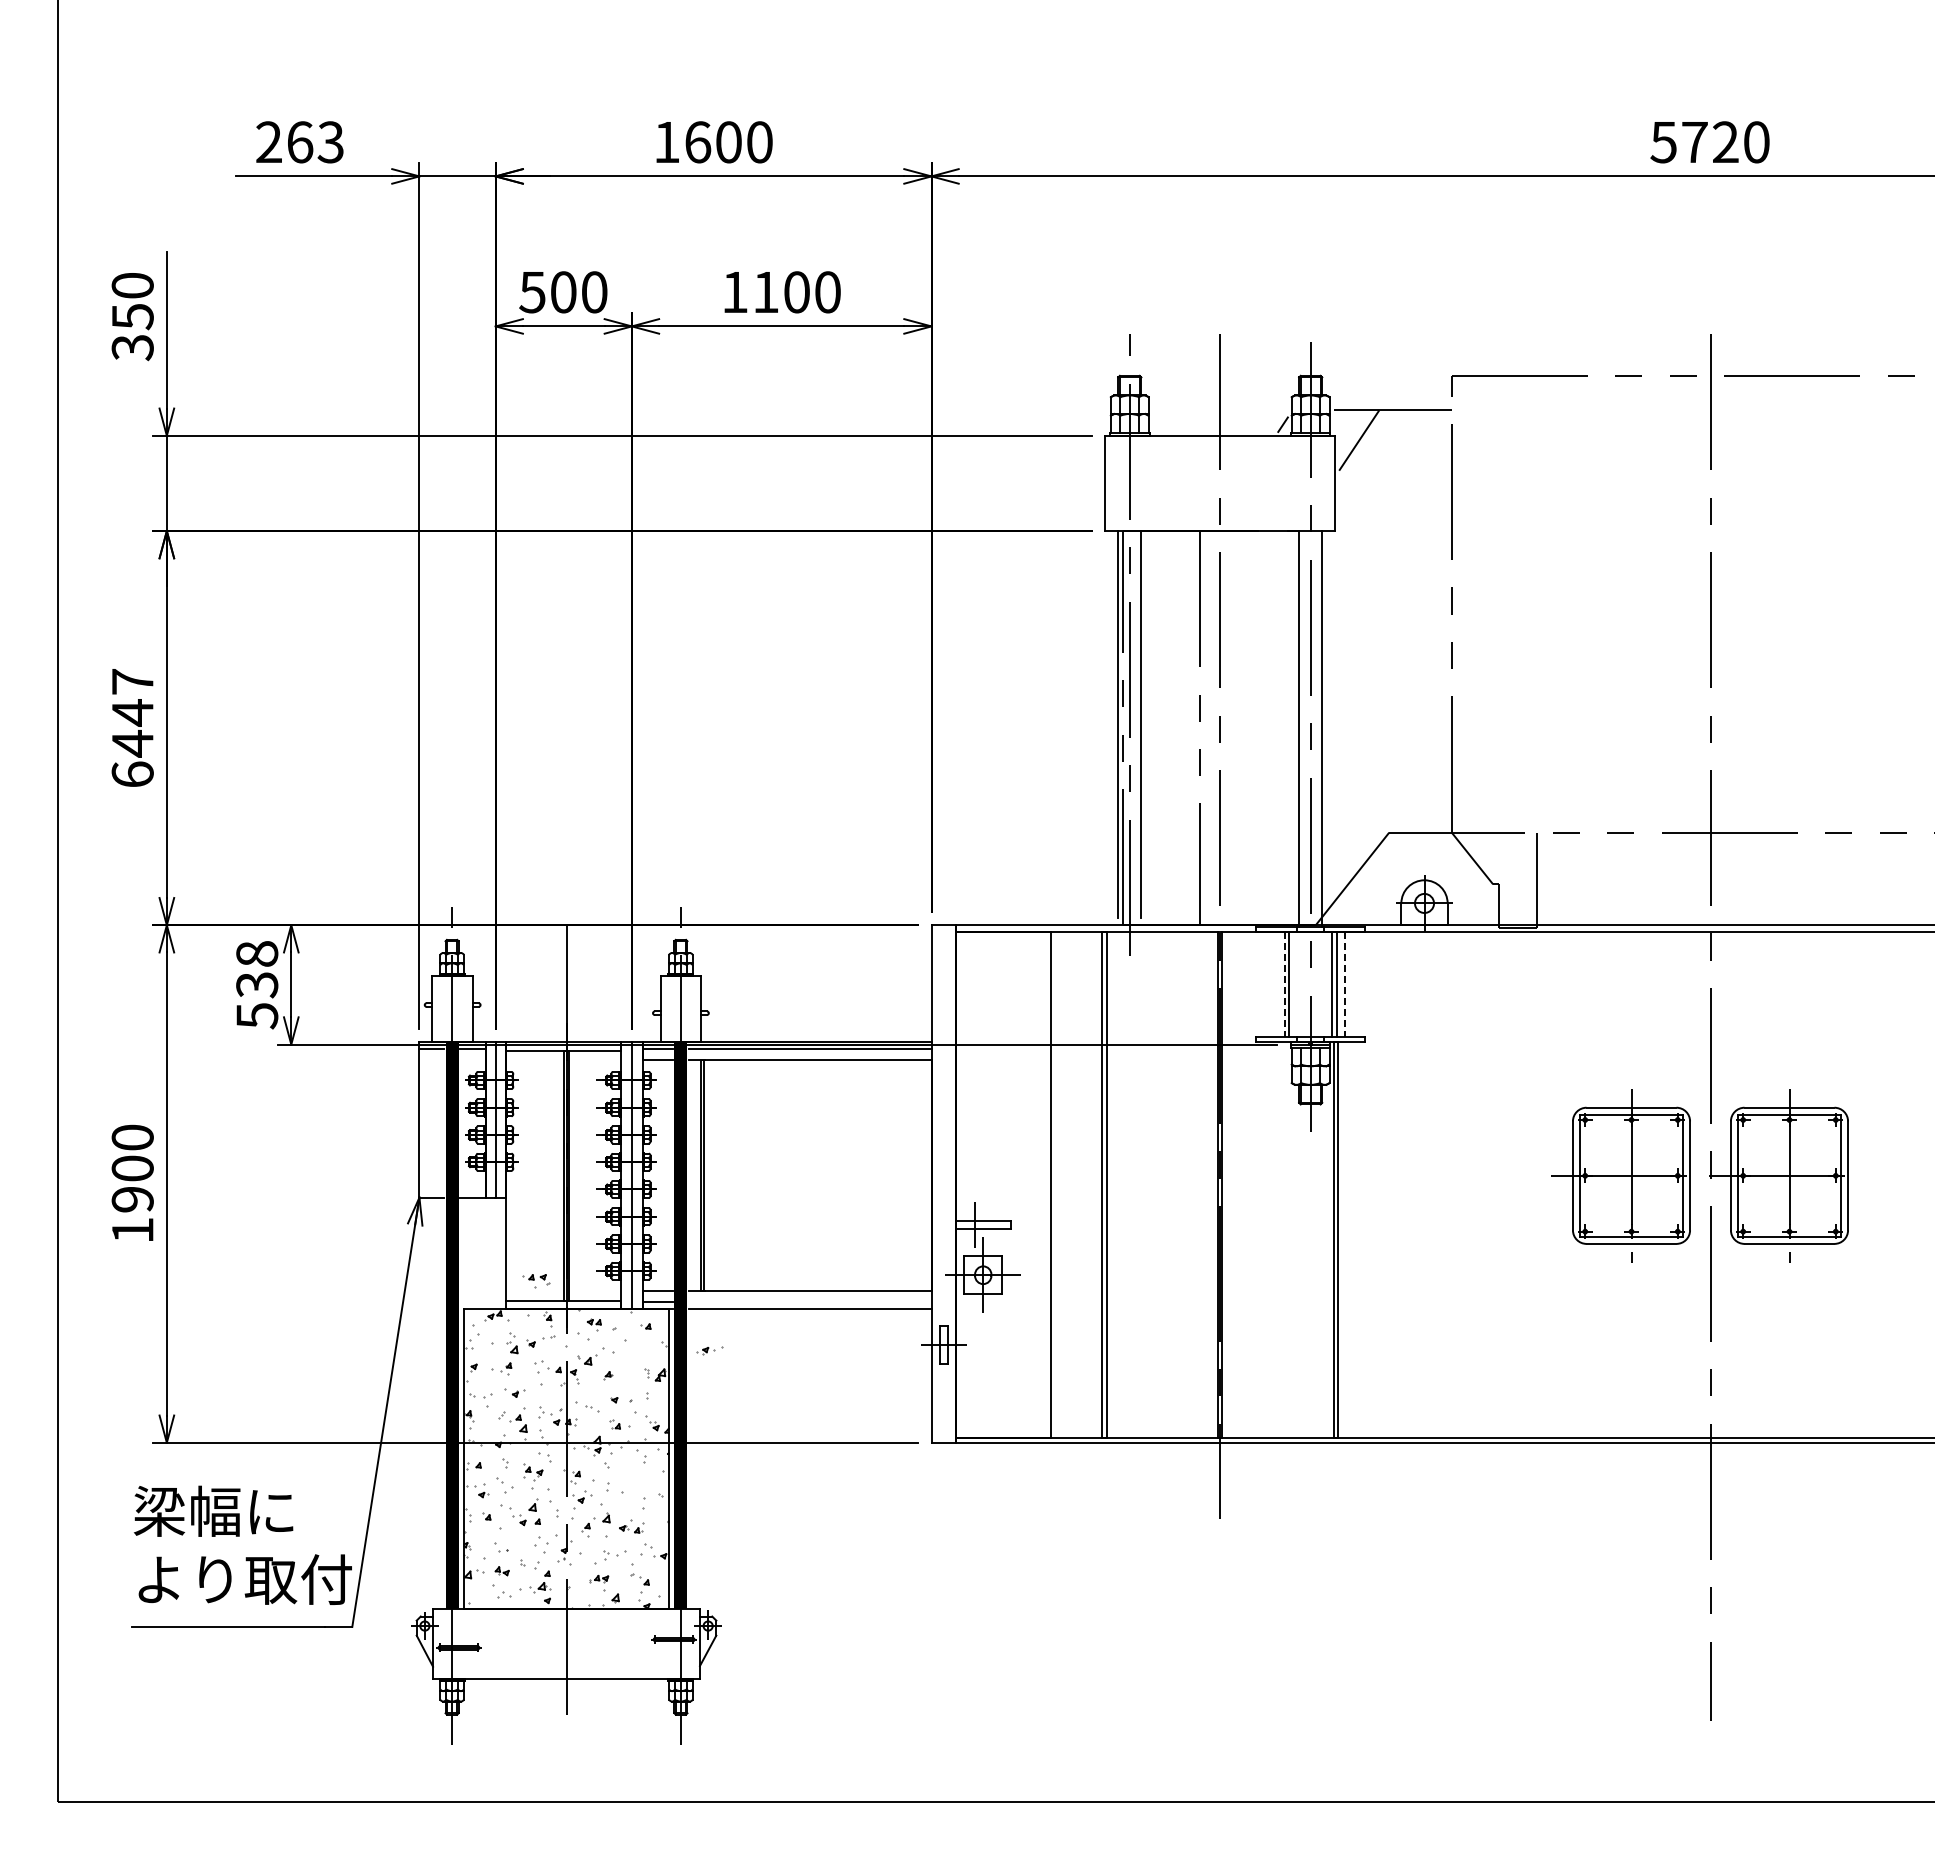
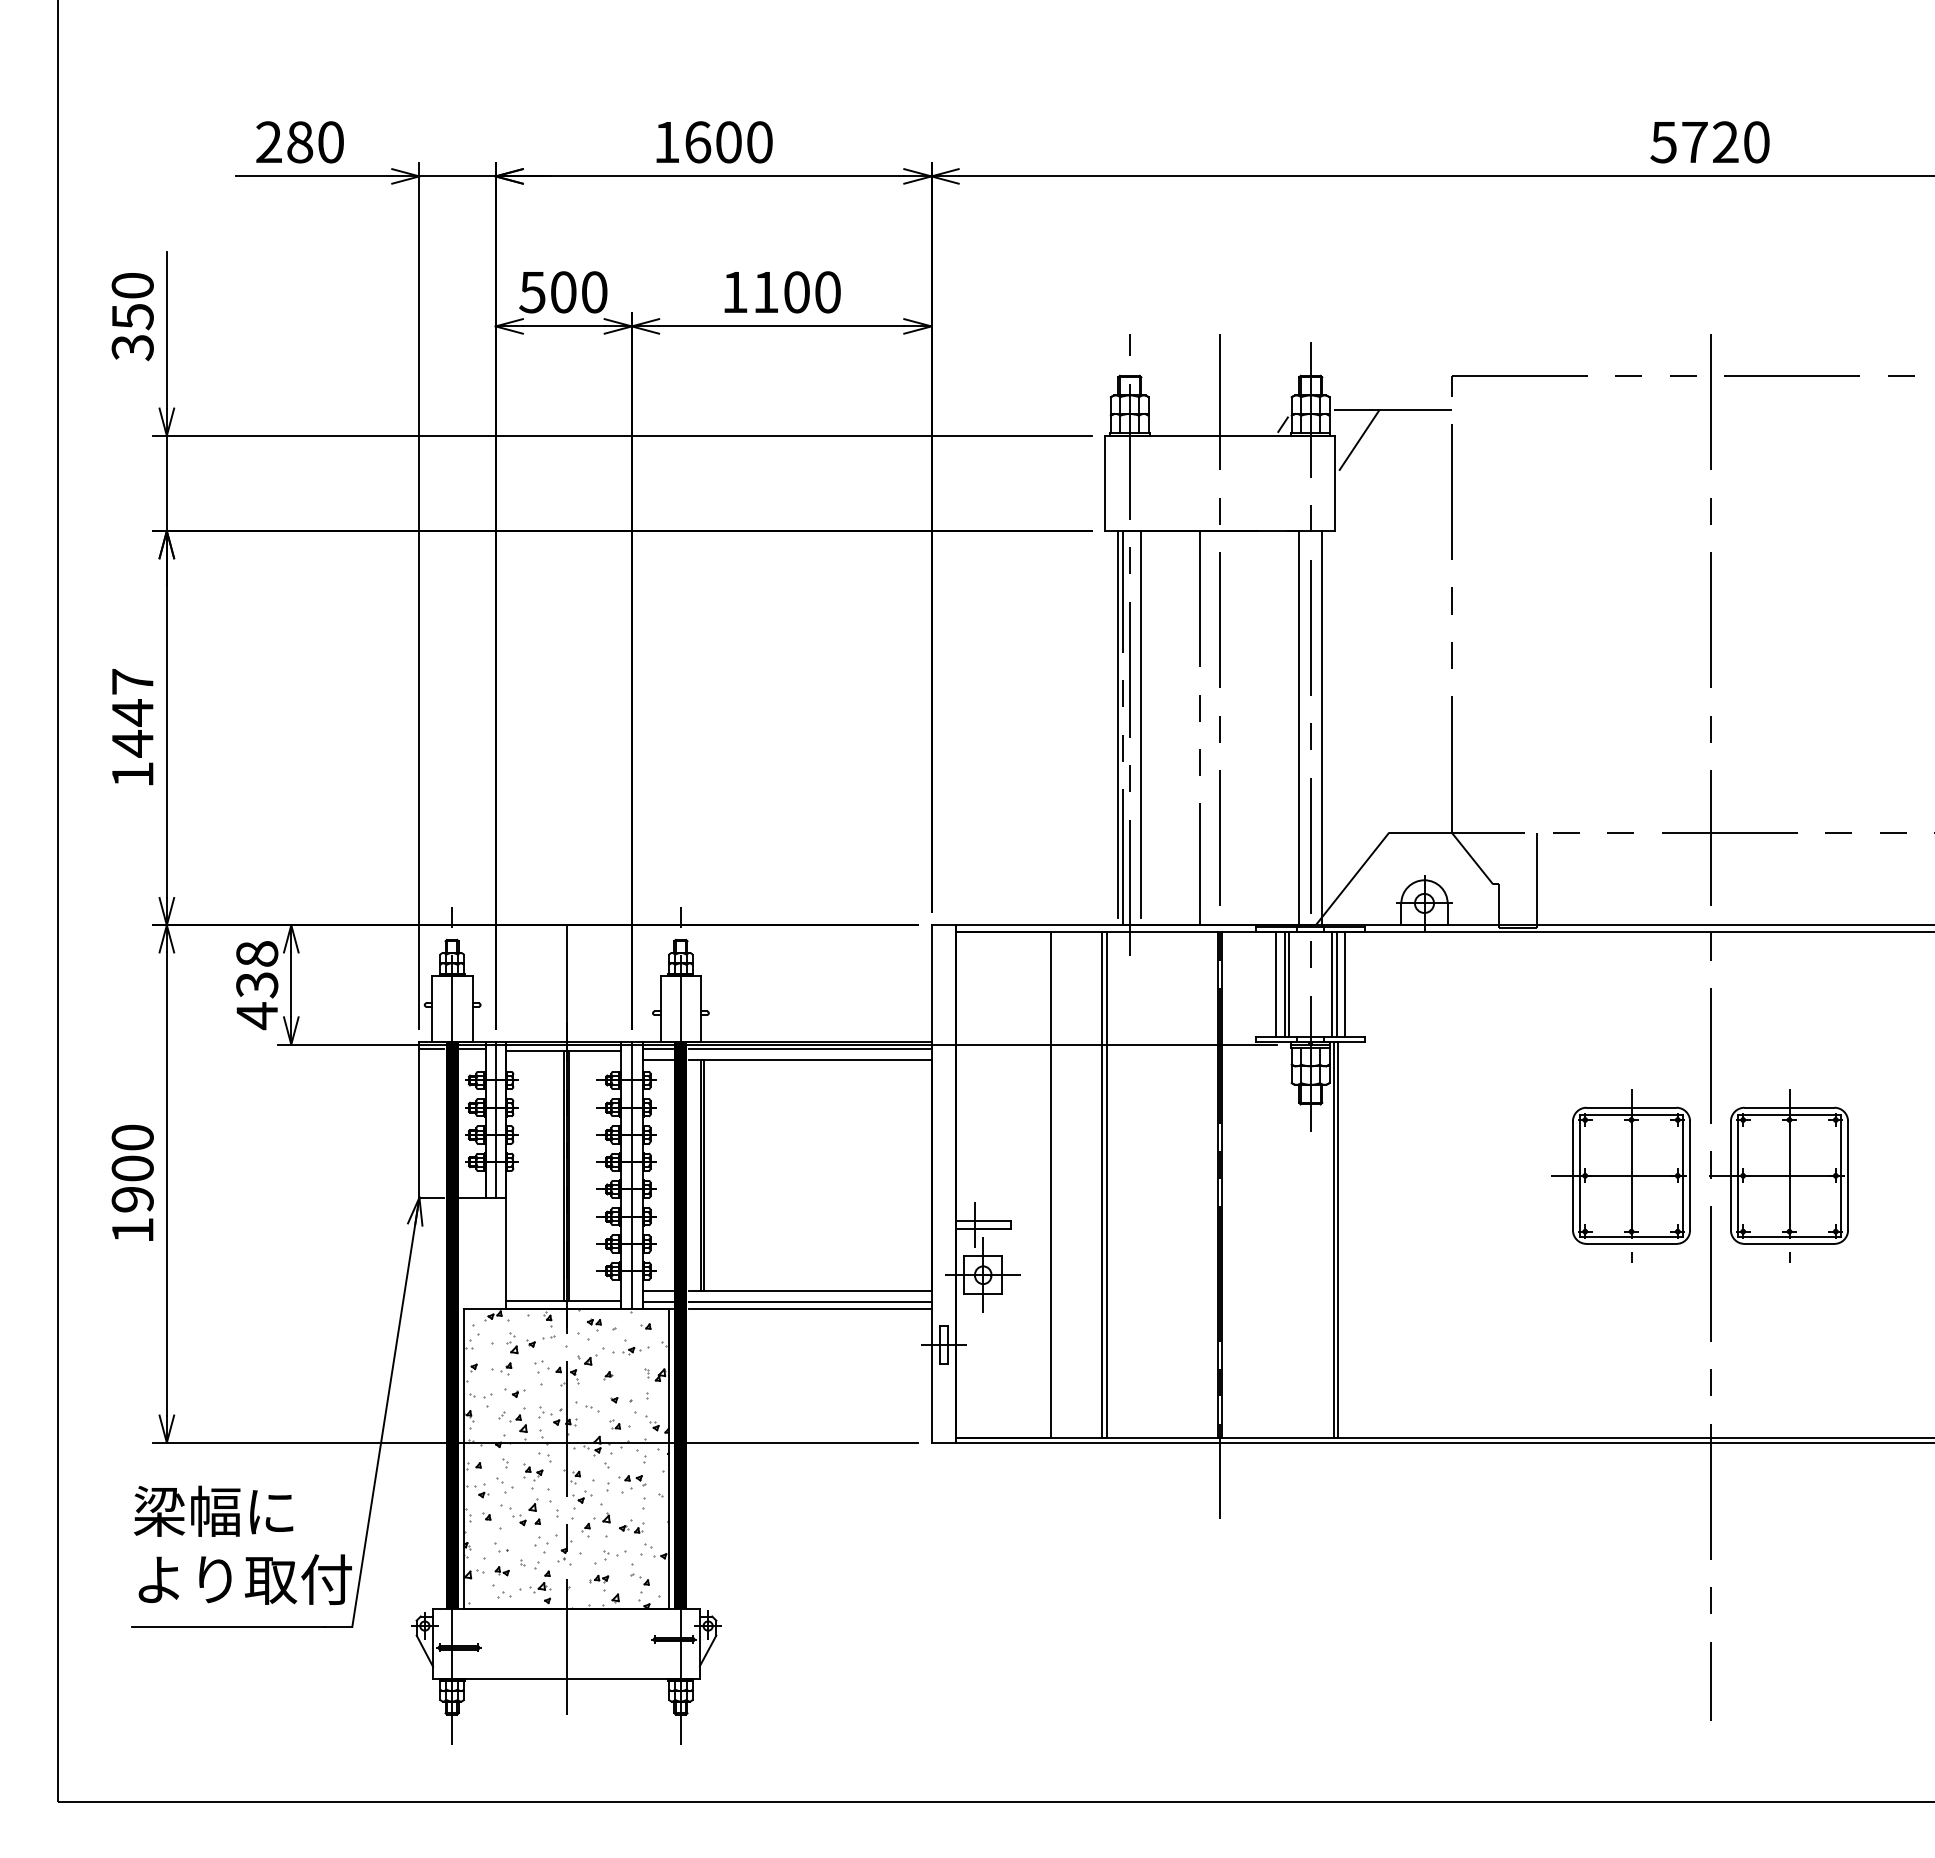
text at (315, 142): 263 -> 280
text at (132, 773): 6447 -> 1447
line at (1276, 984): none -> present
line at (1284, 984): dashed -> solid
line at (1345, 984): dashed -> solid
text at (257, 1016): 538 -> 438
part at (536, 1281) position: (536, 1281) -> (632, 1482)
line at (810, 1302): none -> present
part at (709, 1350) position: (709, 1350) -> (635, 1350)
